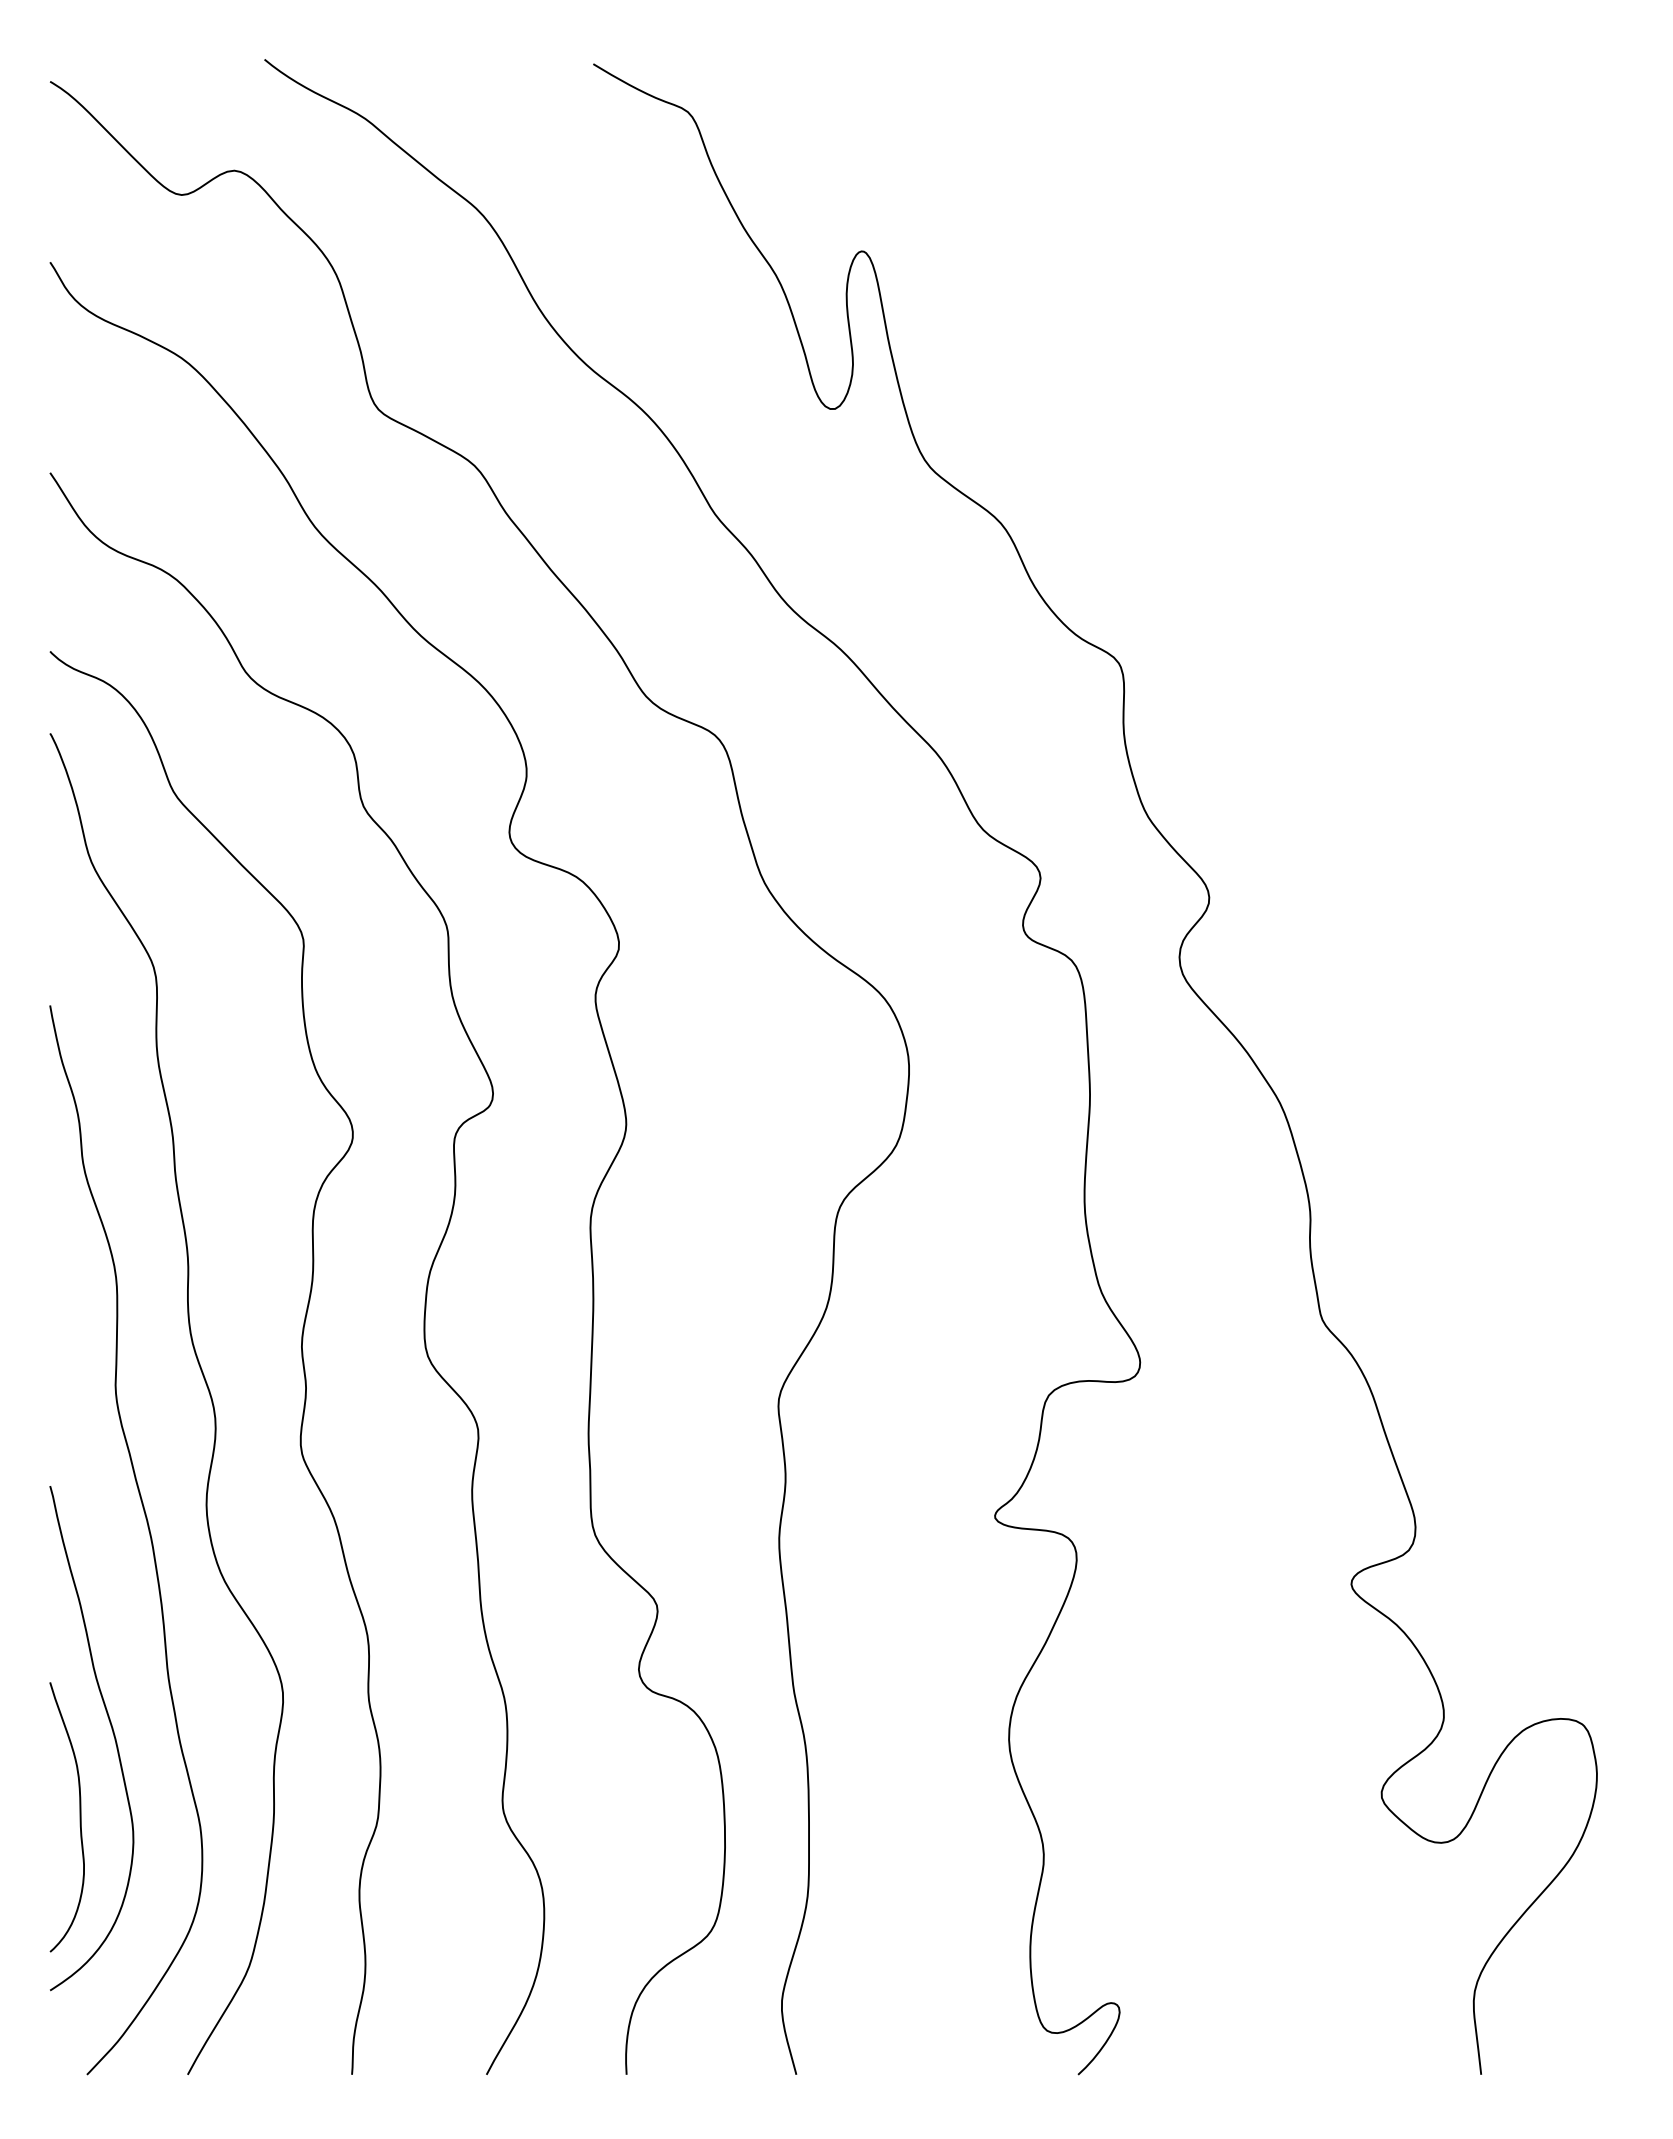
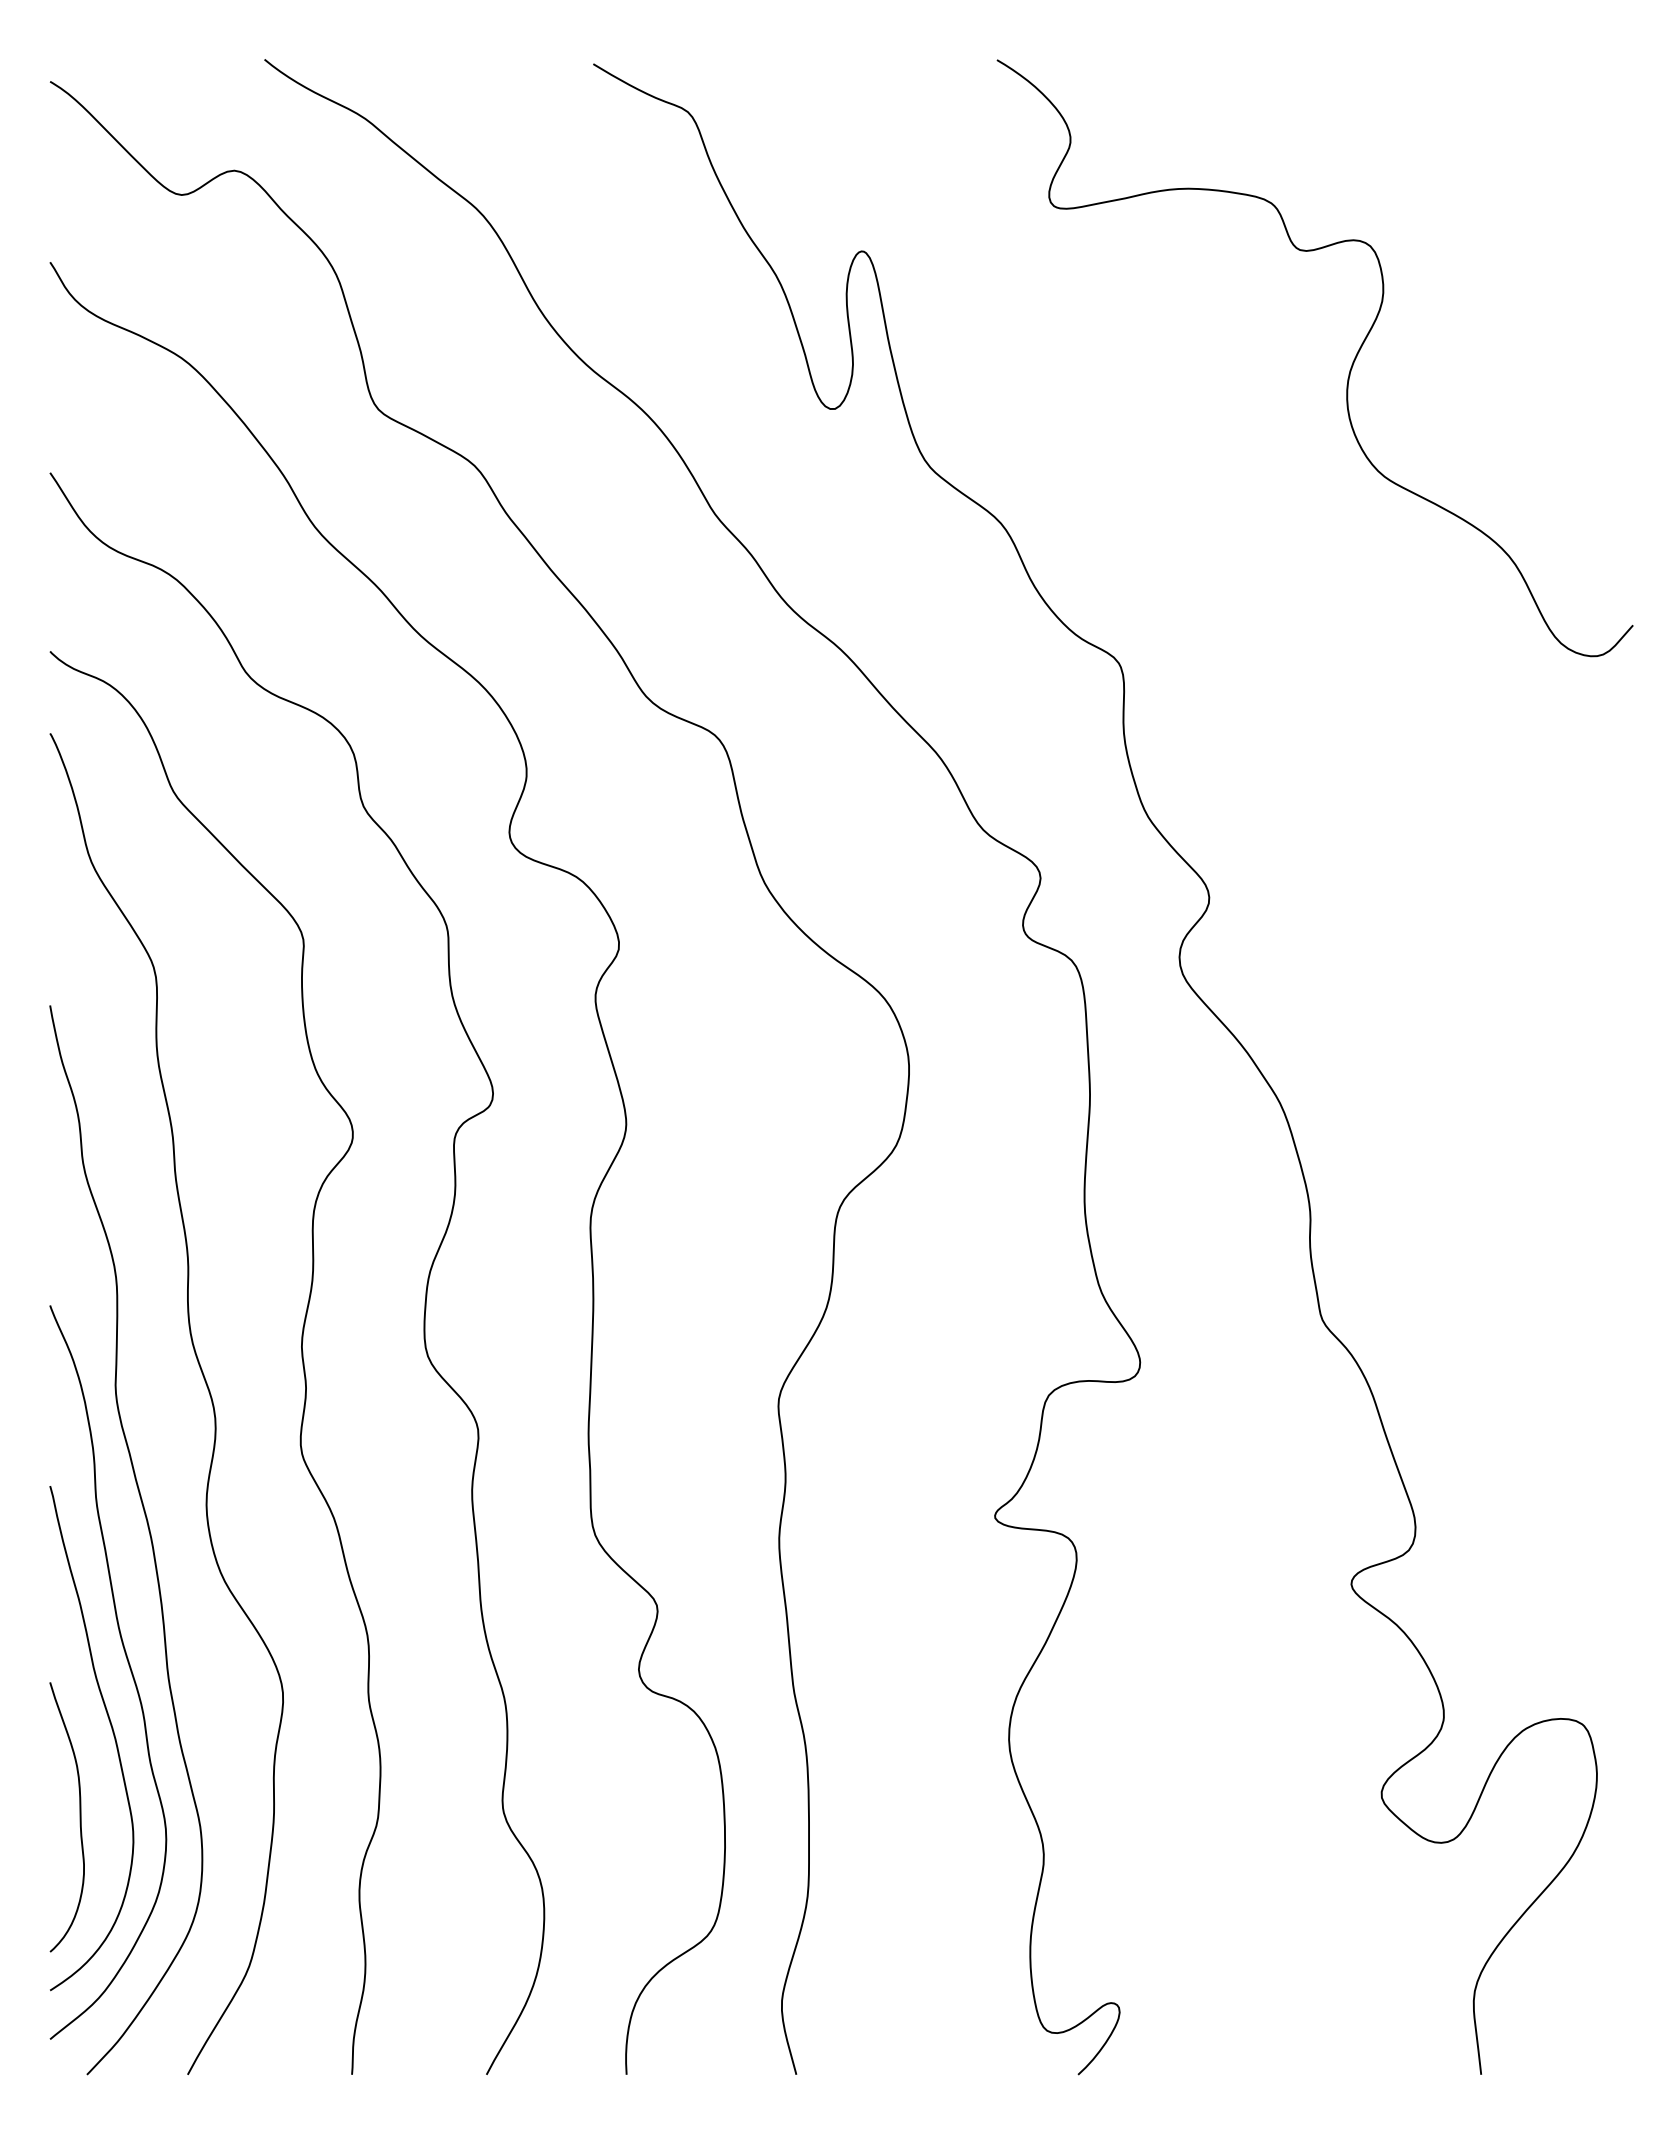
curve at (1349, 370): none -> present
curve at (128, 1665): none -> present
